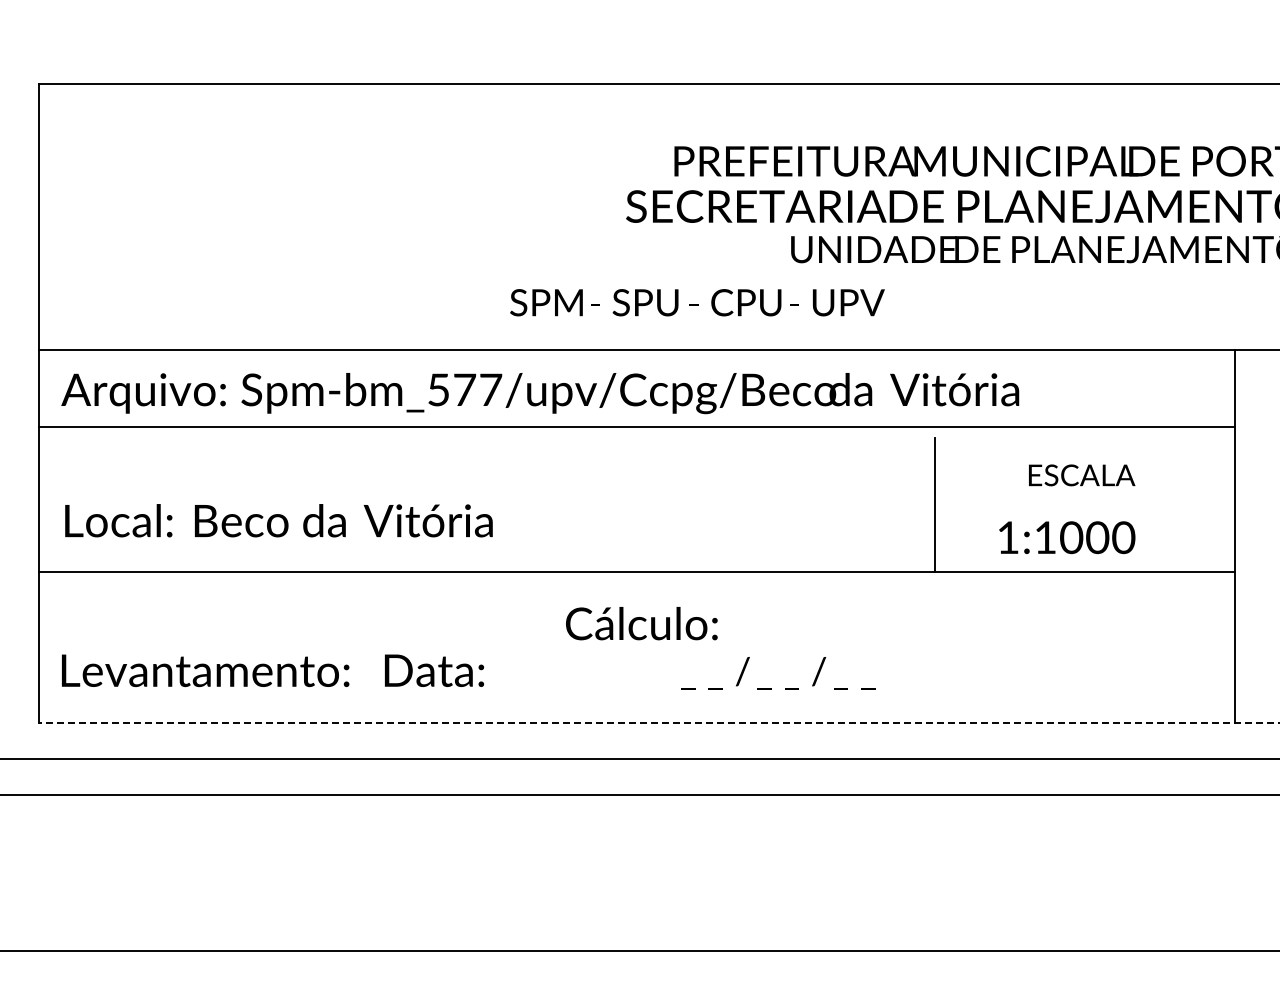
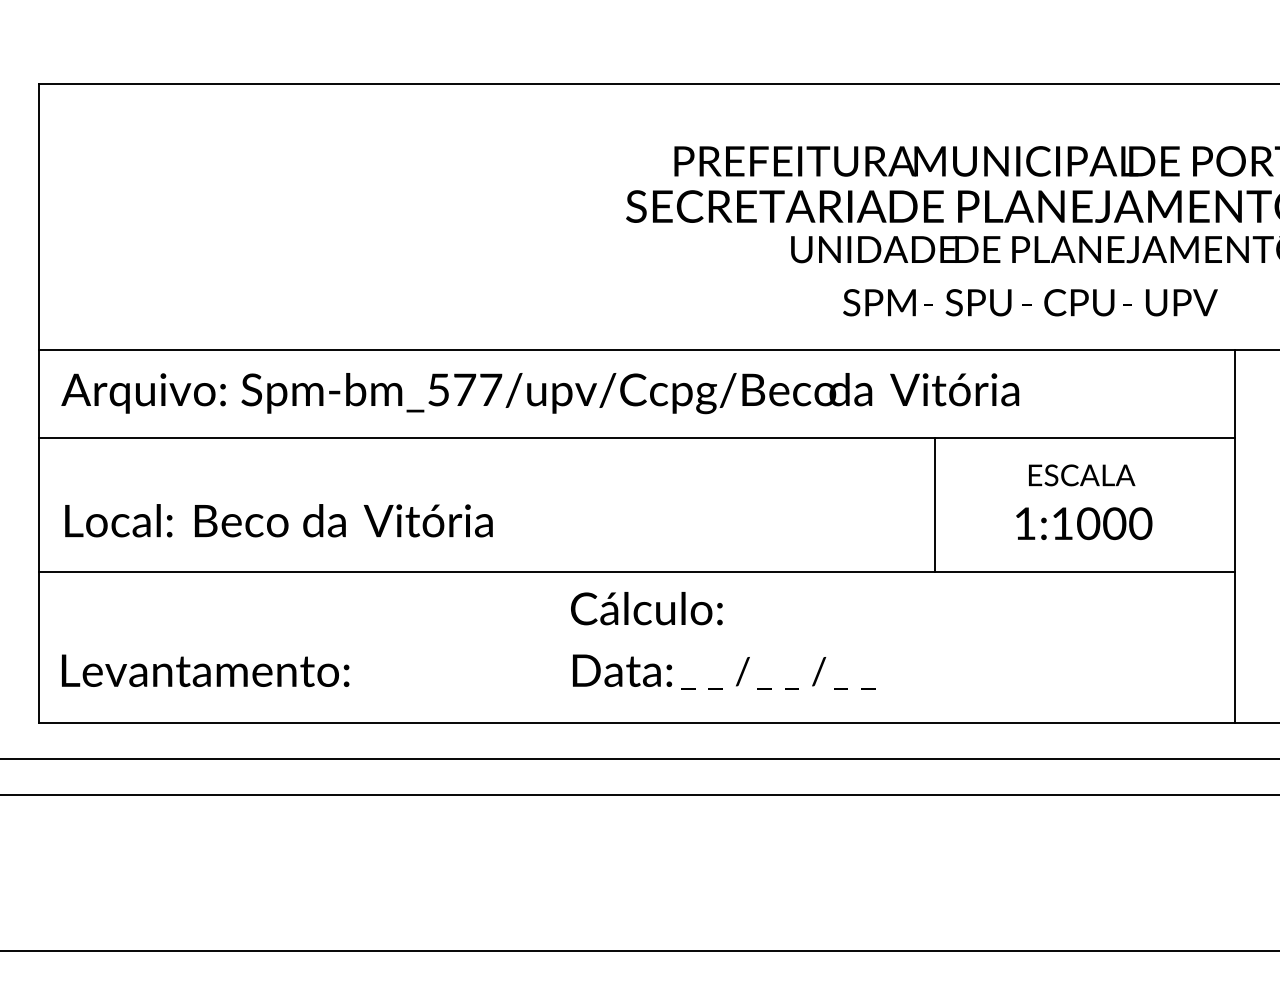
text at (697, 302) position: (697, 302) -> (1030, 302)
line at (636, 426) position: (636, 426) -> (636, 437)
text at (1067, 537) position: (1067, 537) -> (1084, 523)
text at (641, 623) position: (641, 623) -> (646, 608)
text at (434, 670) position: (434, 670) -> (622, 670)
line at (658, 723): dashed -> solid
